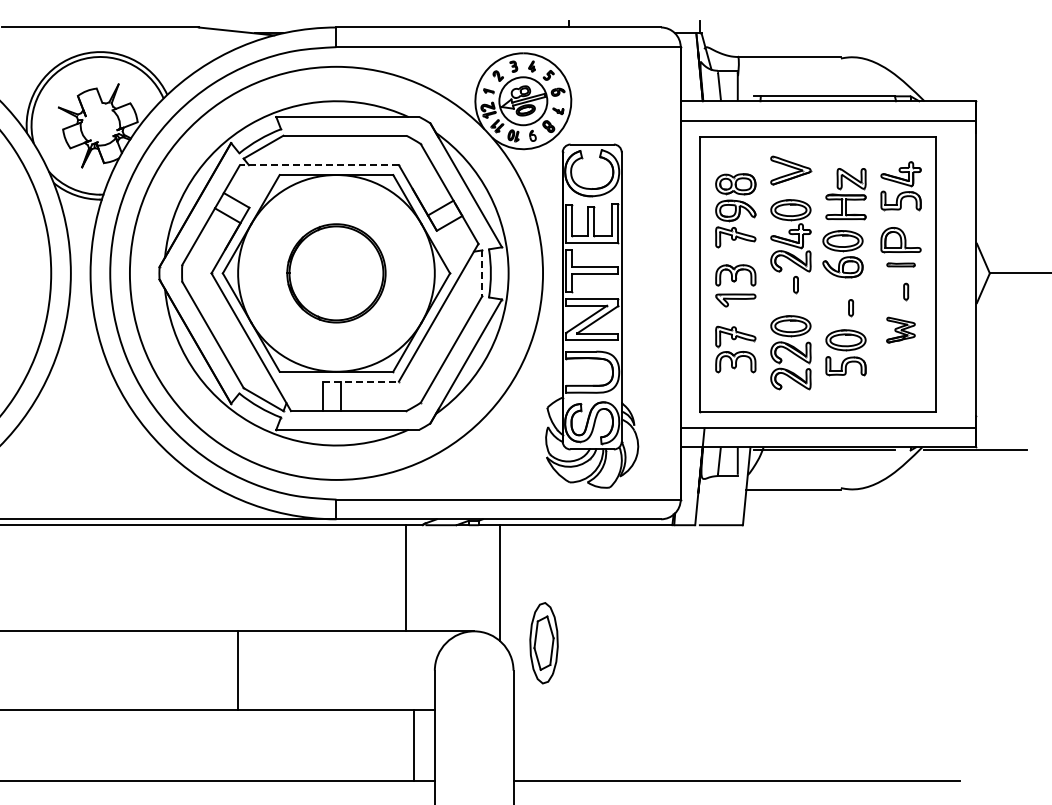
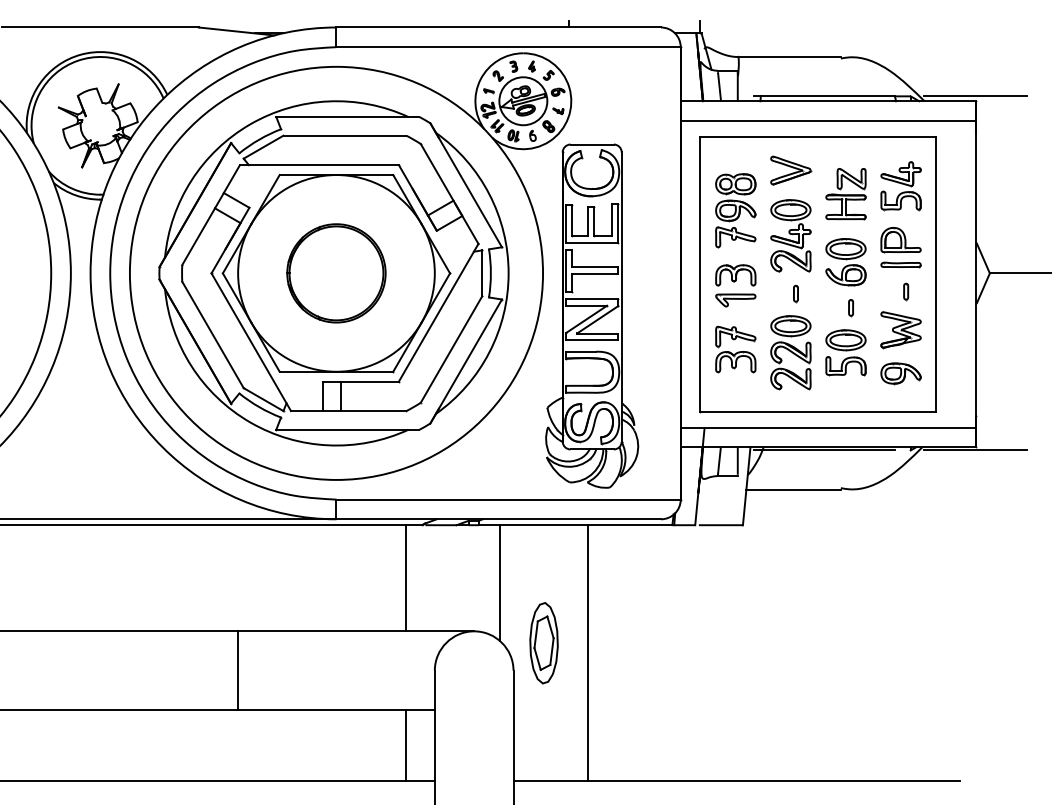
line at (975, 96): none -> present
line at (319, 165): dashed -> solid
part at (842, 254) position: (842, 254) -> (845, 262)
part at (900, 264) size: 30x6 px -> 42x8 px
line at (482, 273): dashed -> solid
part at (795, 285) position: (795, 285) -> (795, 294)
part at (900, 329) size: 30x28 px -> 42x39 px
part at (900, 373): none -> present
line at (361, 381): dashed -> solid
line at (587, 652): none -> present
line at (414, 745) position: (414, 745) -> (406, 745)
